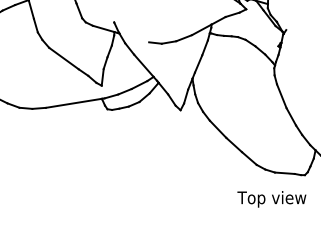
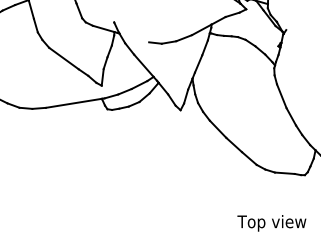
text at (271, 199) position: (271, 199) -> (271, 223)
